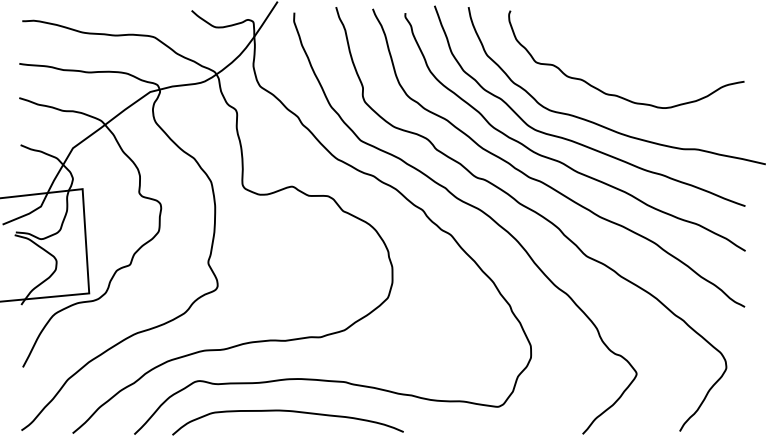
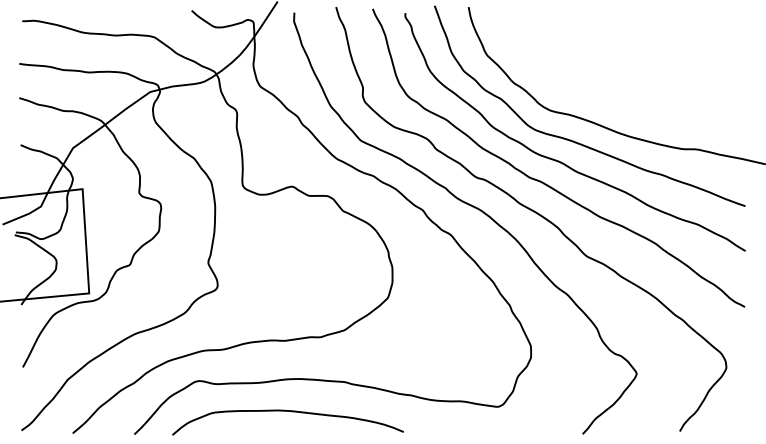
curve at (616, 94): present -> none
